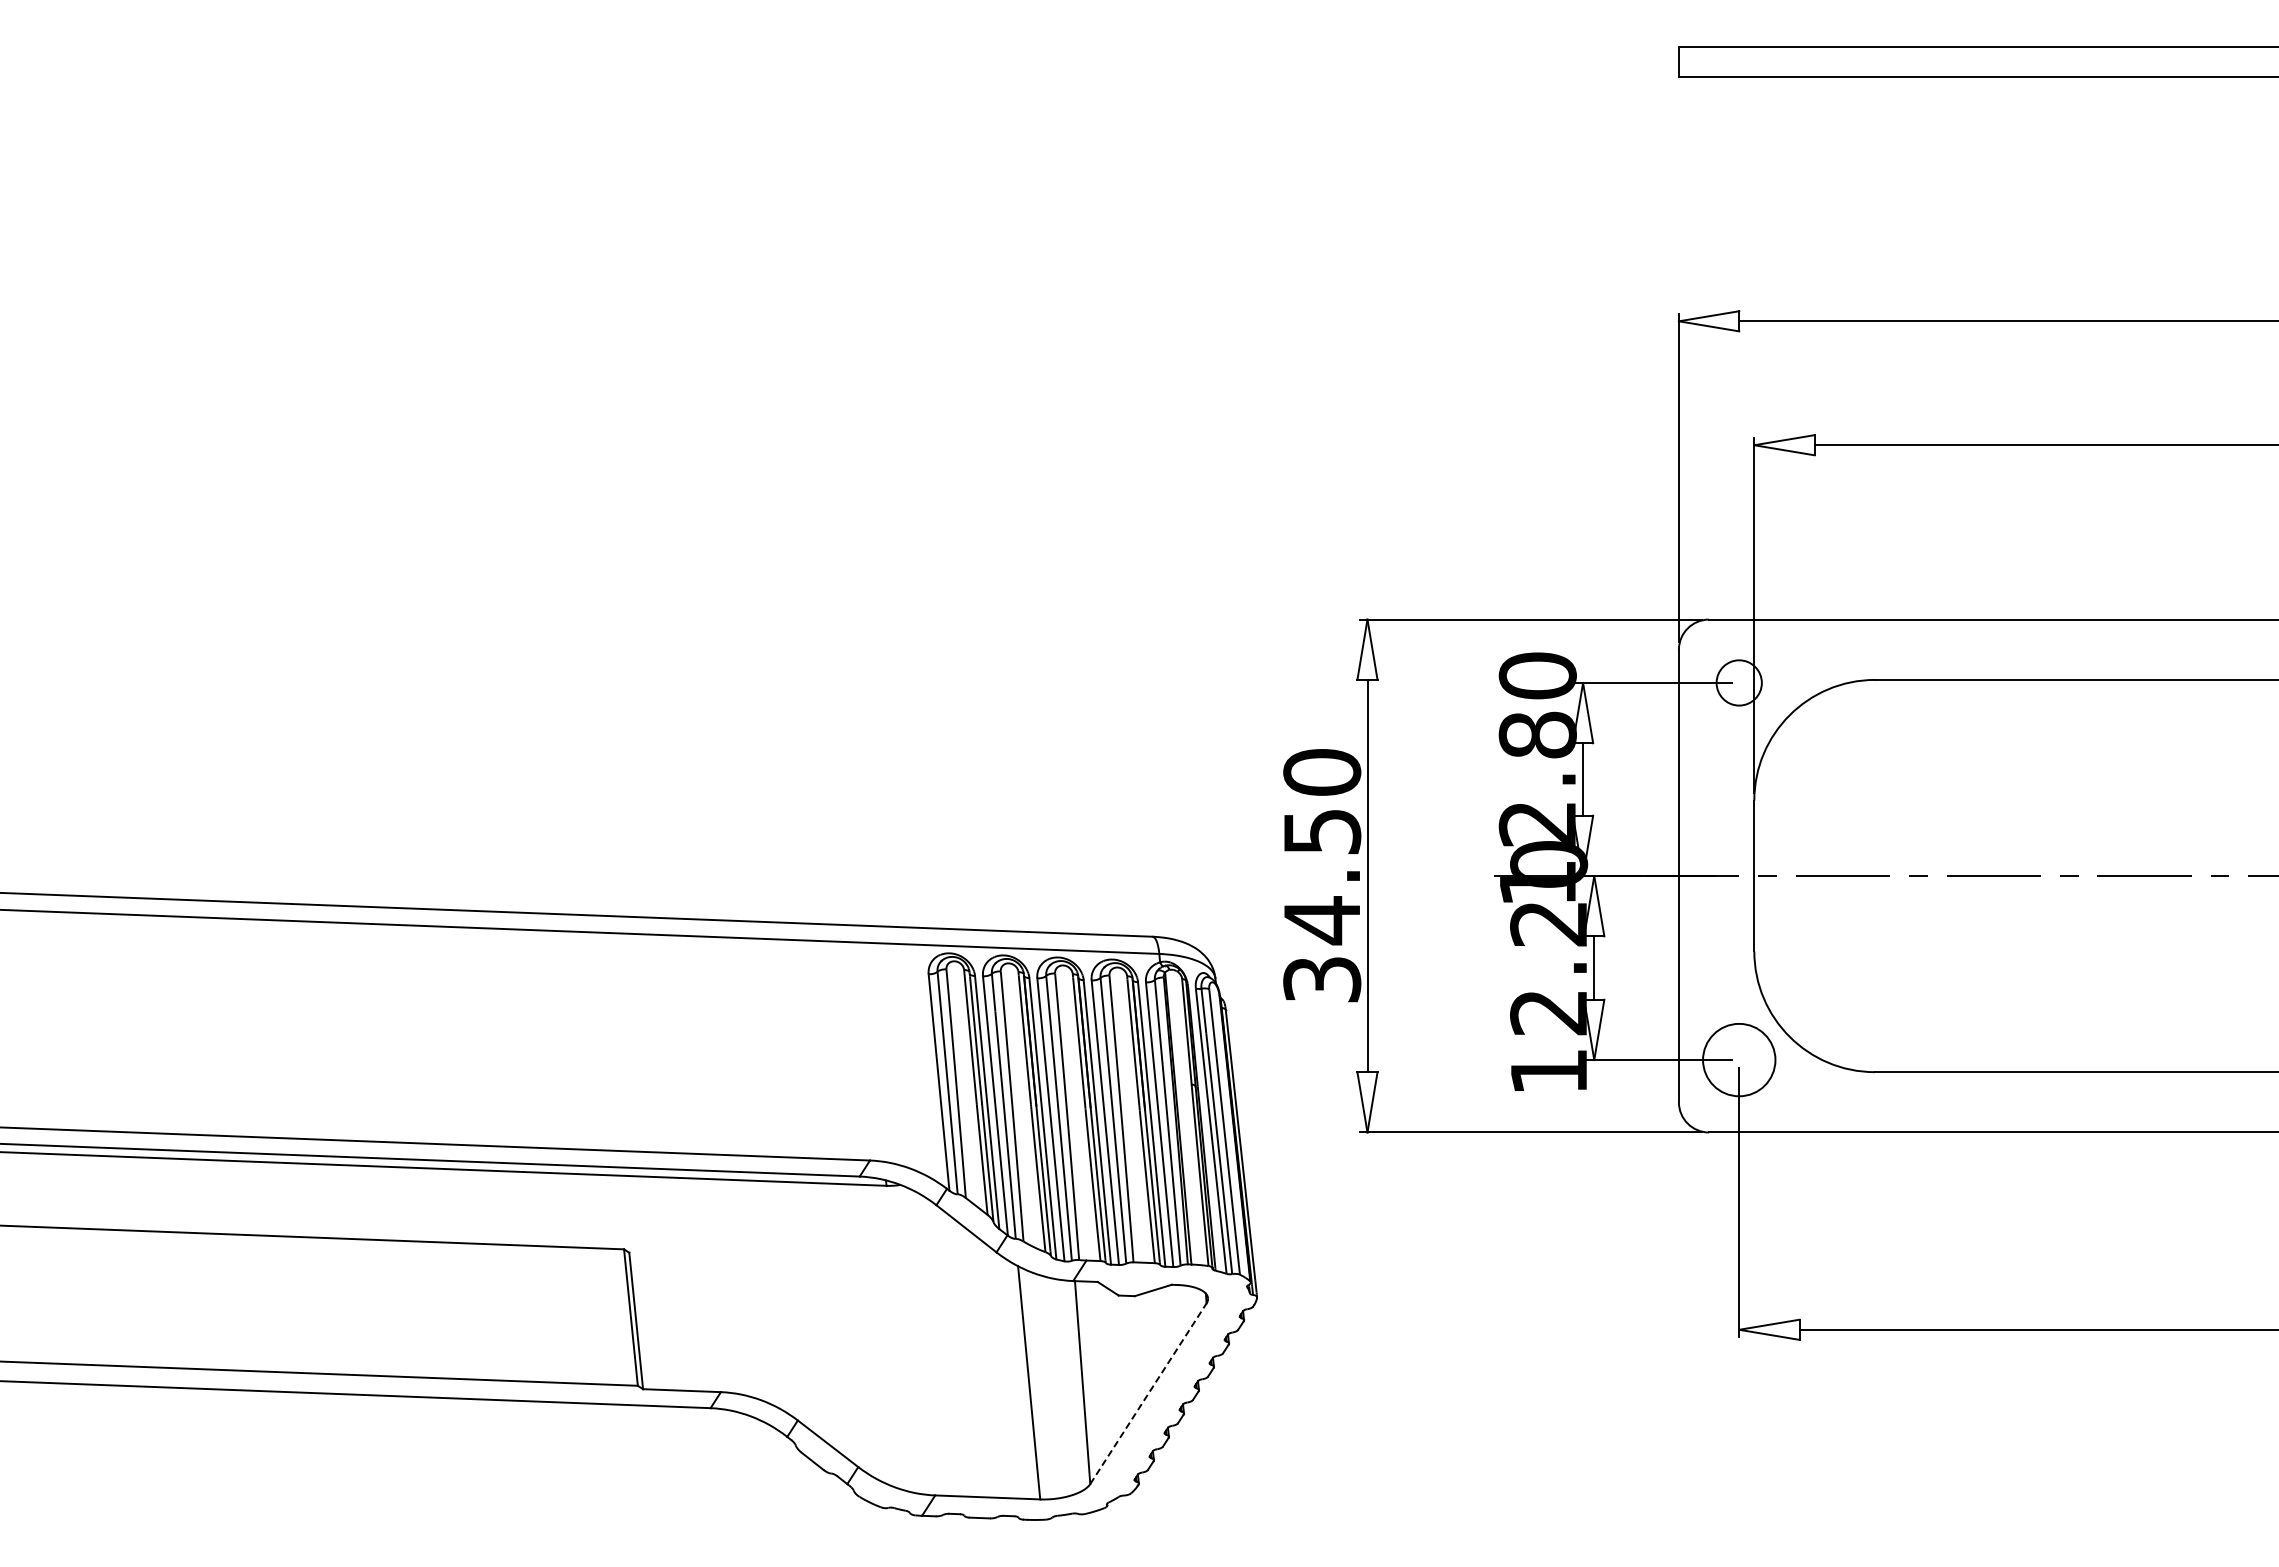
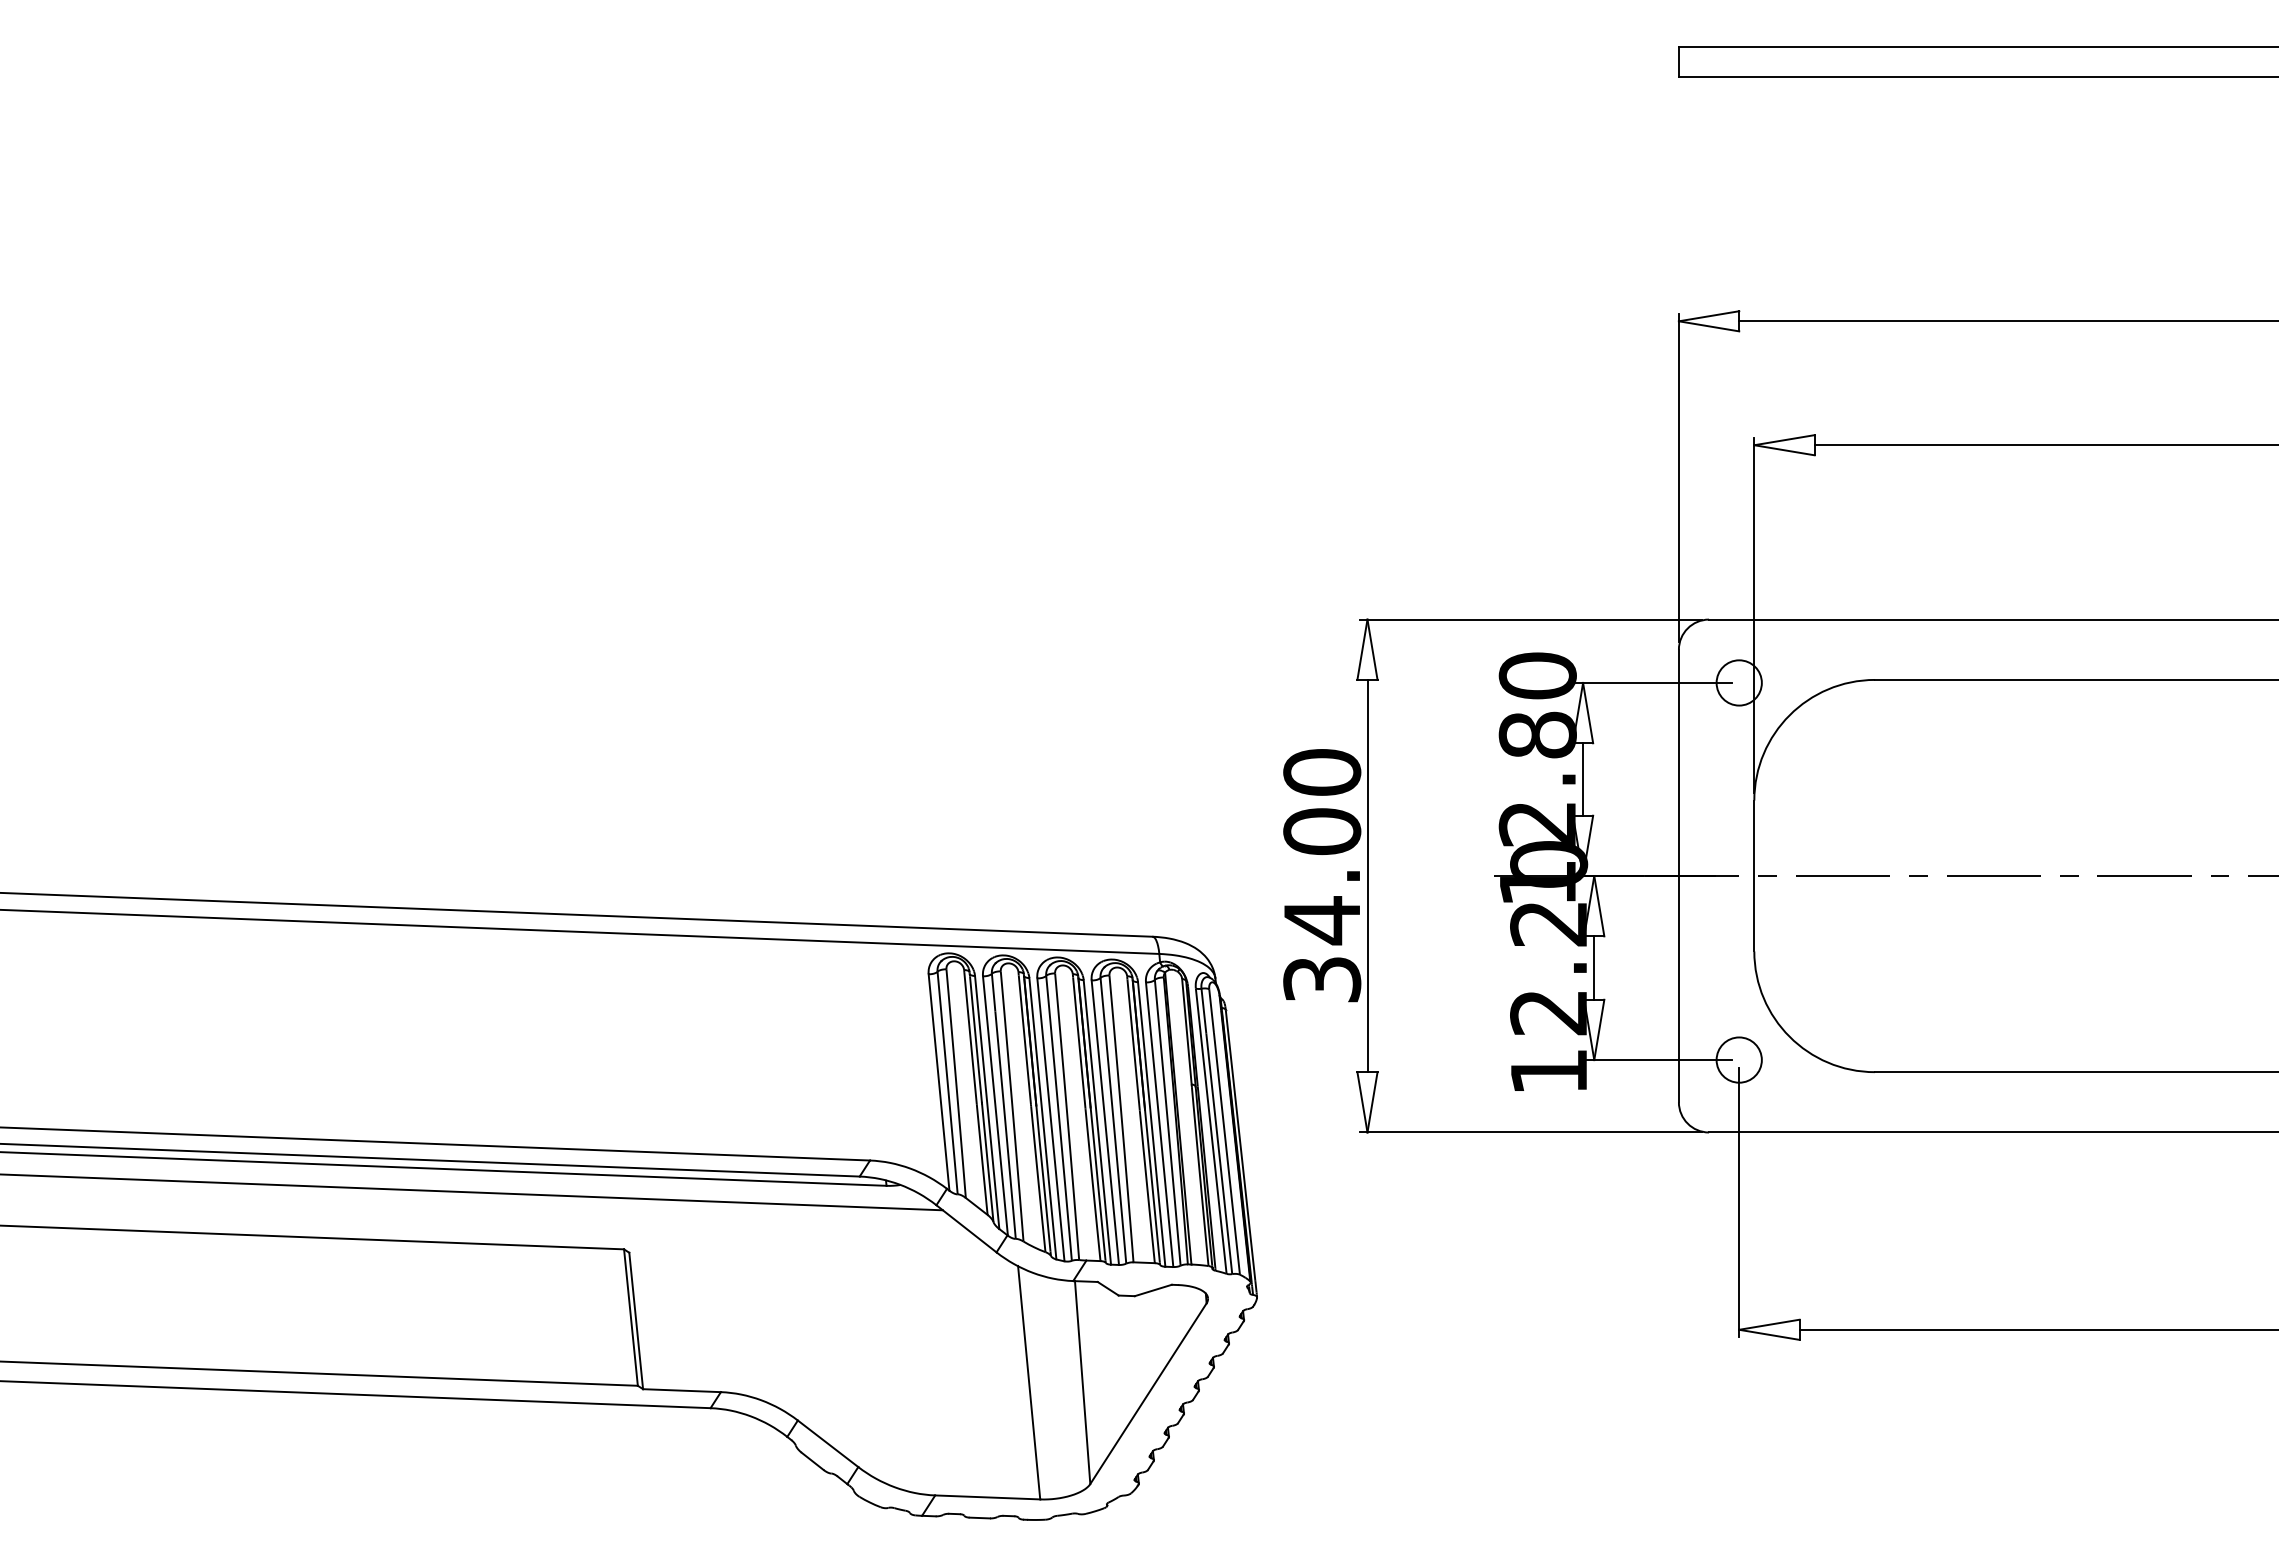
text at (1322, 831): 34.50 -> 34.00
circle at (1739, 1059) diameter: 72 px -> 45 px
line at (472, 1192): none -> present
line at (1148, 1393): dashed -> solid
